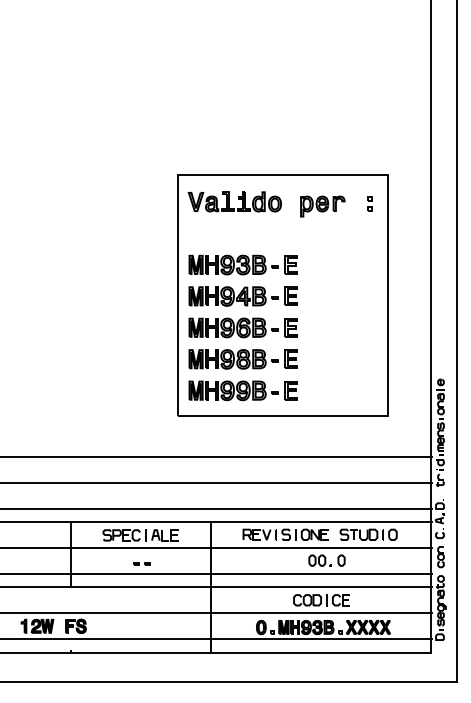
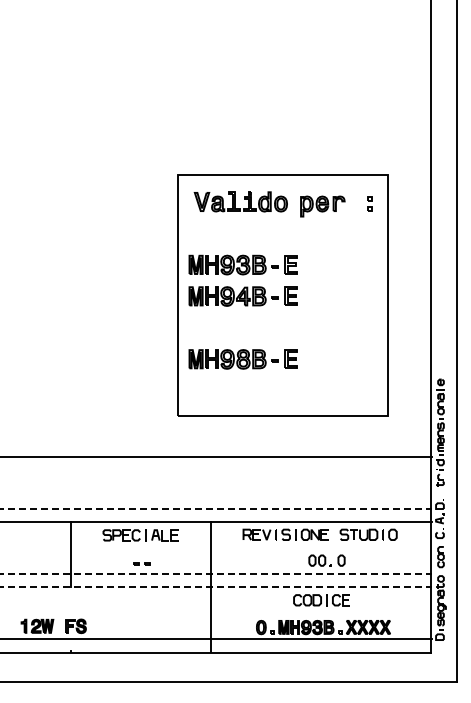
part at (234, 201) position: (234, 201) -> (240, 201)
part at (242, 327): present -> none
part at (242, 390): present -> none
line at (217, 482): present -> none
line at (216, 508): solid -> dashed
line at (217, 547): present -> none
line at (216, 573): solid -> dashed
line at (216, 586): solid -> dashed
line at (217, 612): present -> none
